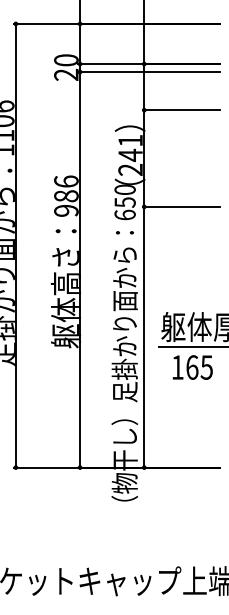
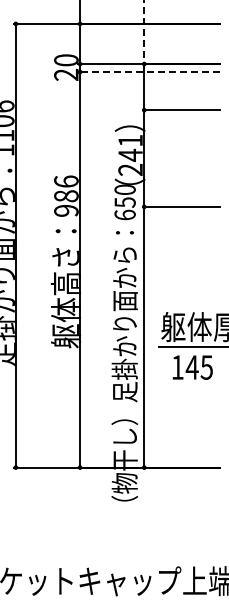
line at (144, 32): solid -> dashed
line at (149, 72): solid -> dashed
text at (191, 367): 165 -> 145
